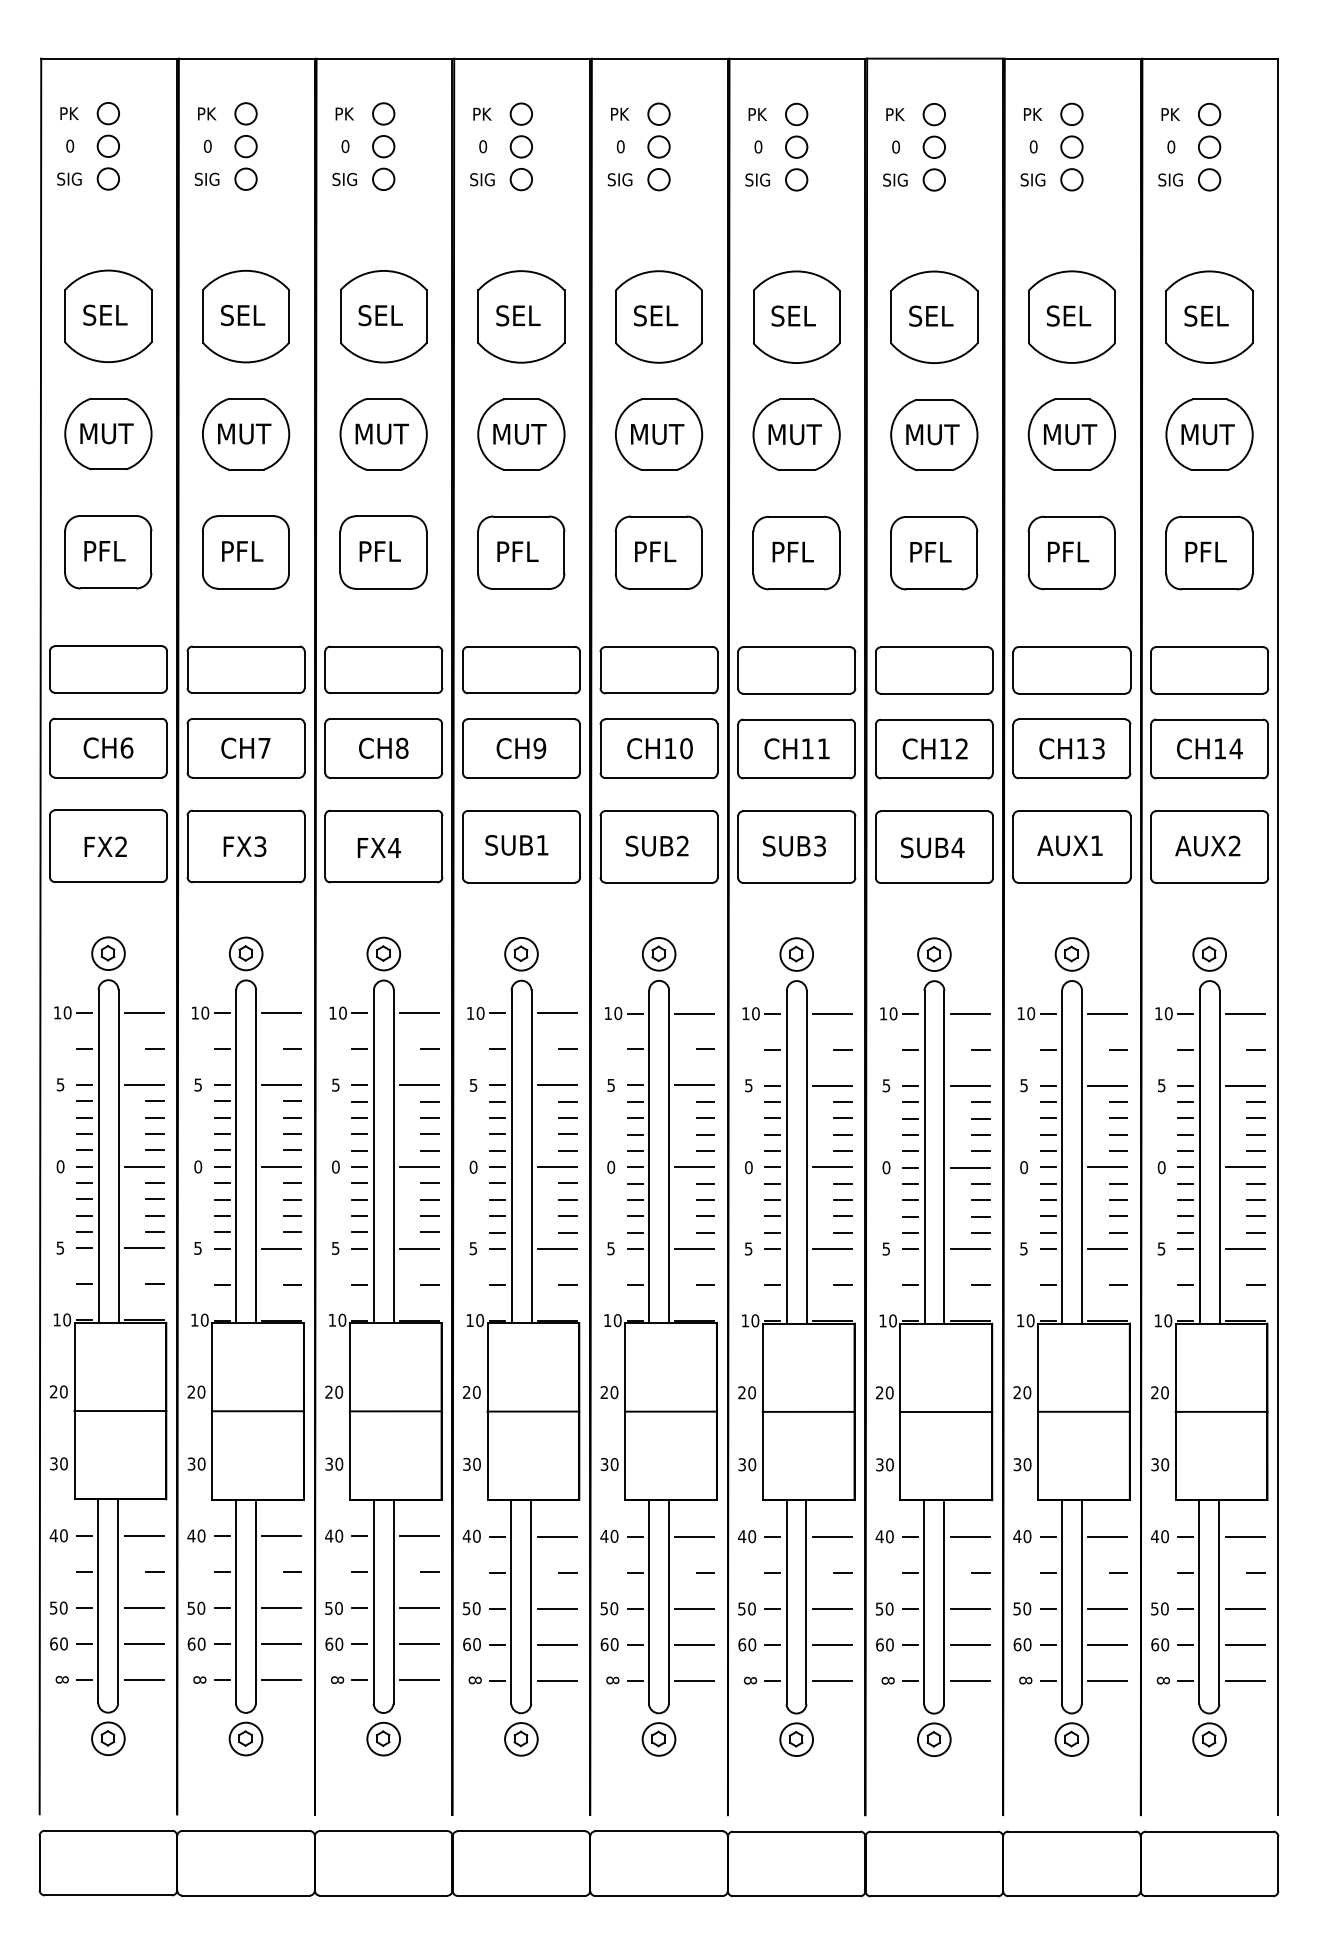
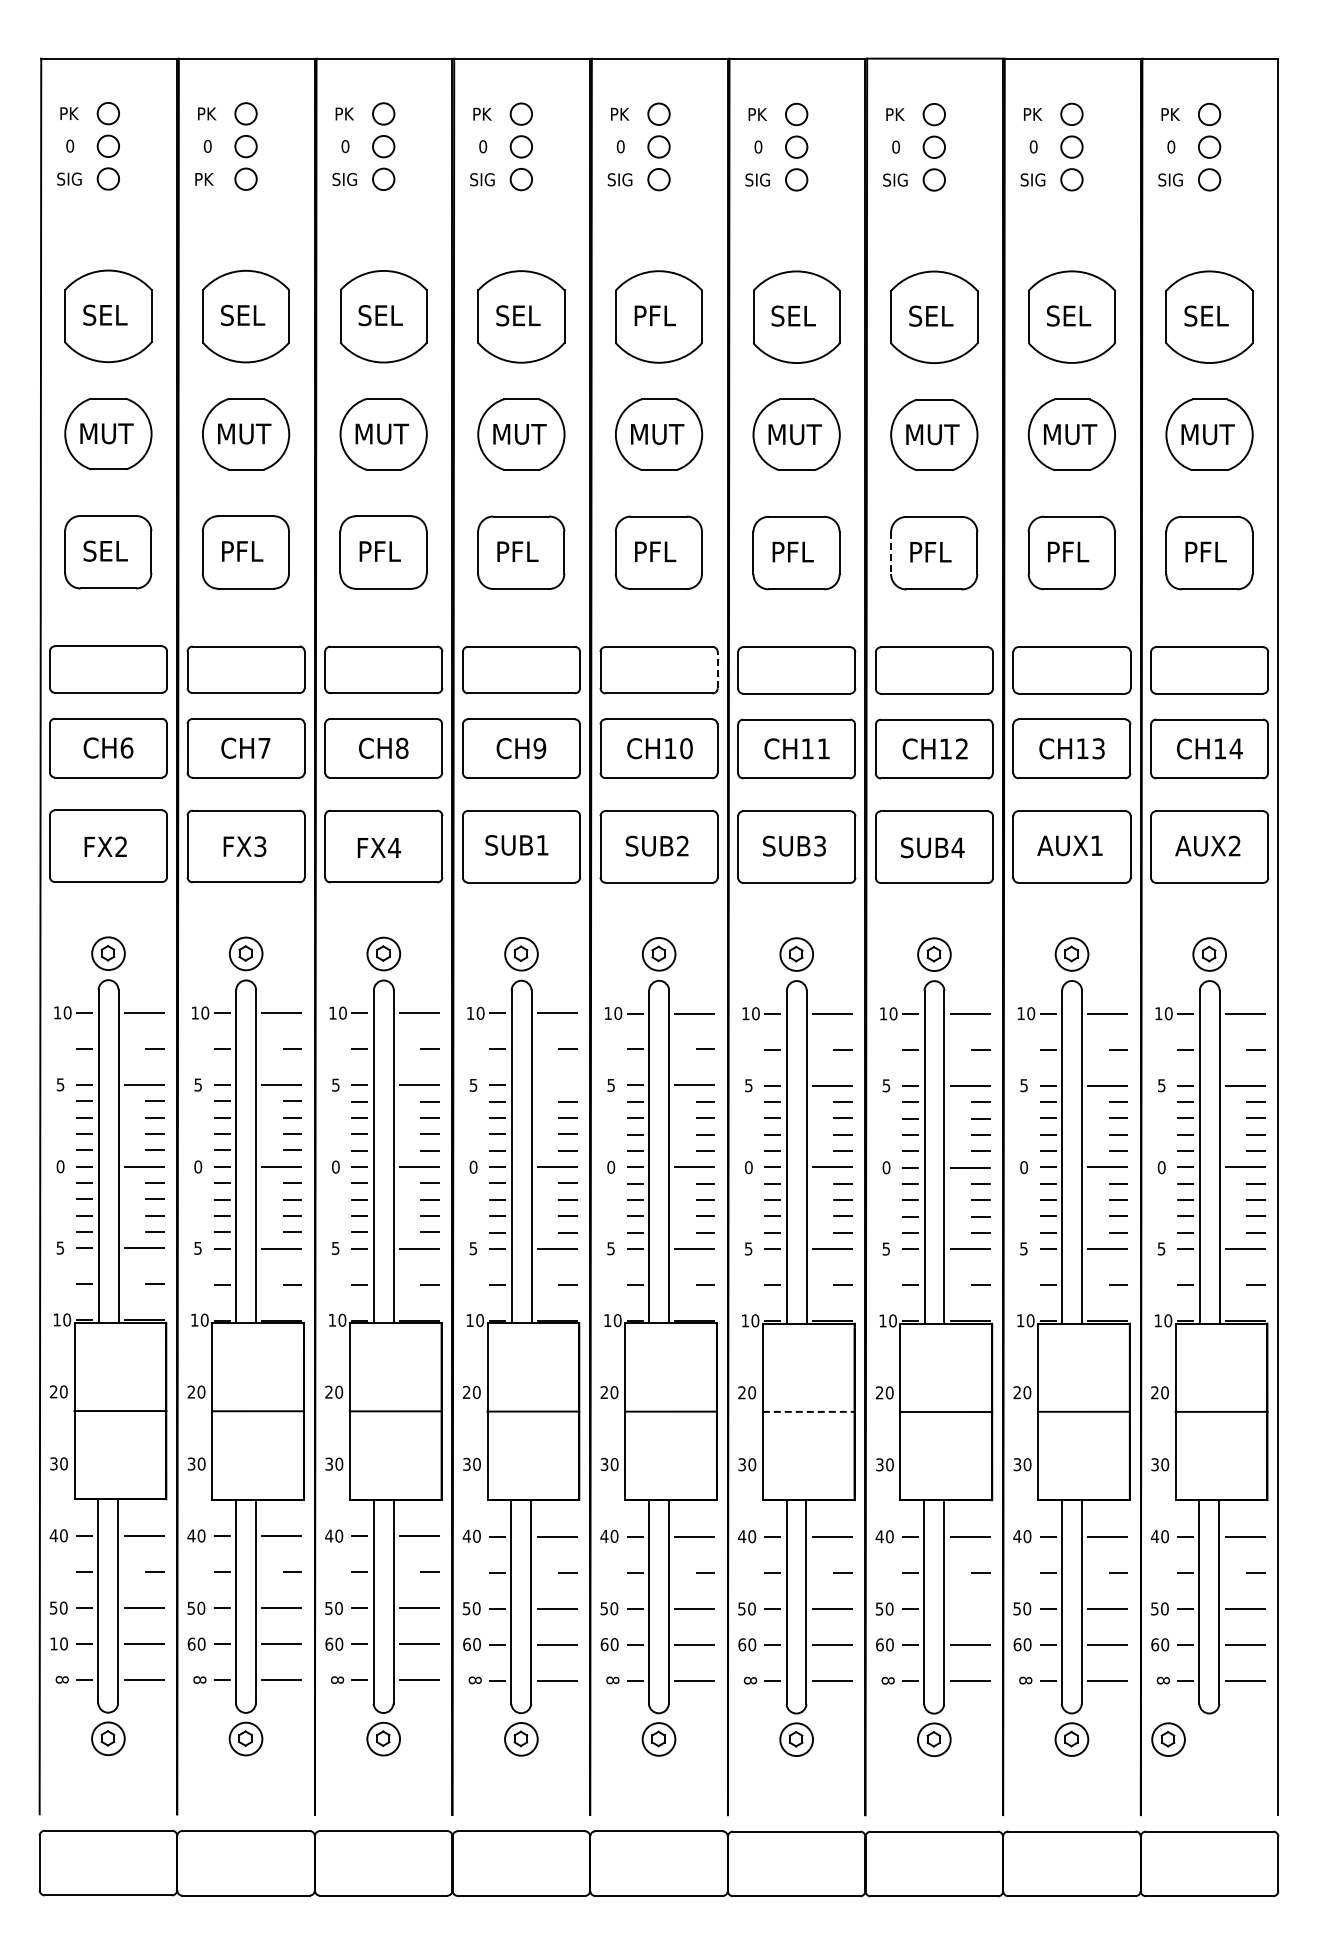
text at (206, 178): SIG -> PK
text at (656, 315): SEL -> PFL
text at (105, 550): PFL -> SEL
line at (891, 553): solid -> dashed
line at (717, 669): solid -> dashed
line at (556, 1085): present -> none
line at (808, 1411): solid -> dashed
line at (969, 1609): present -> none
text at (53, 1643): 60 -> 10
part at (1209, 1739) position: (1209, 1739) -> (1168, 1739)
